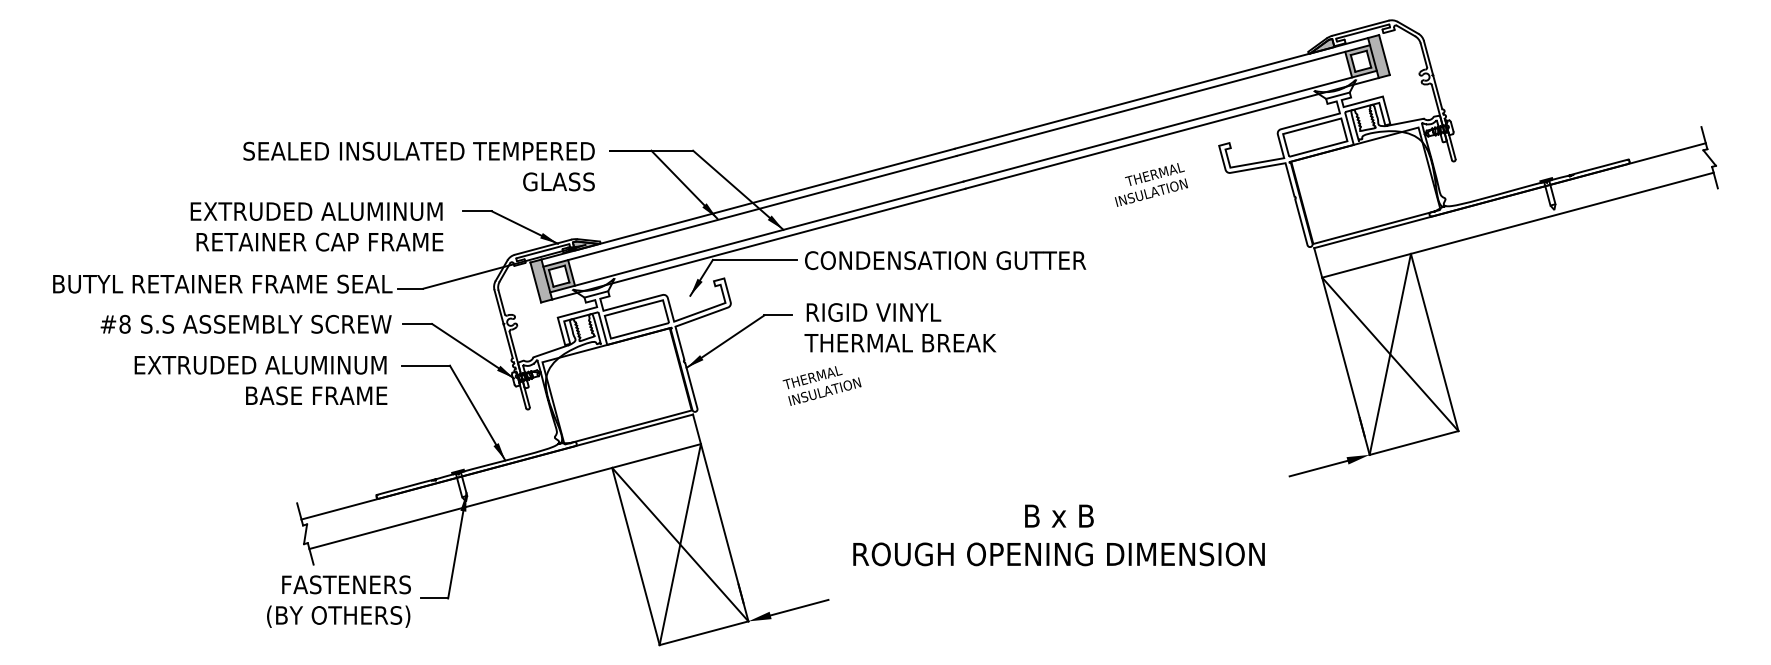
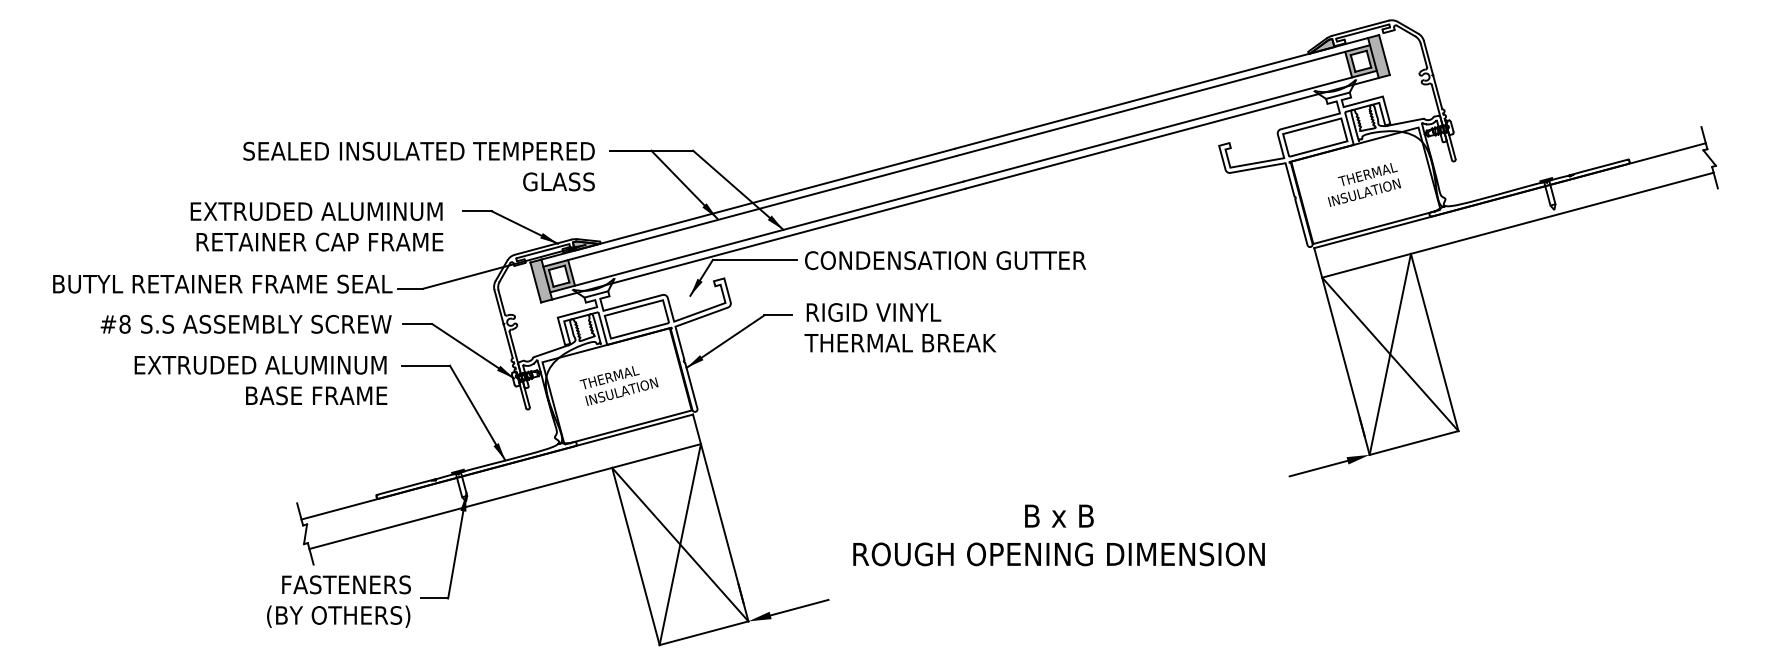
text at (1151, 184) position: (1151, 184) -> (1364, 184)
text at (821, 385) position: (821, 385) -> (618, 385)
